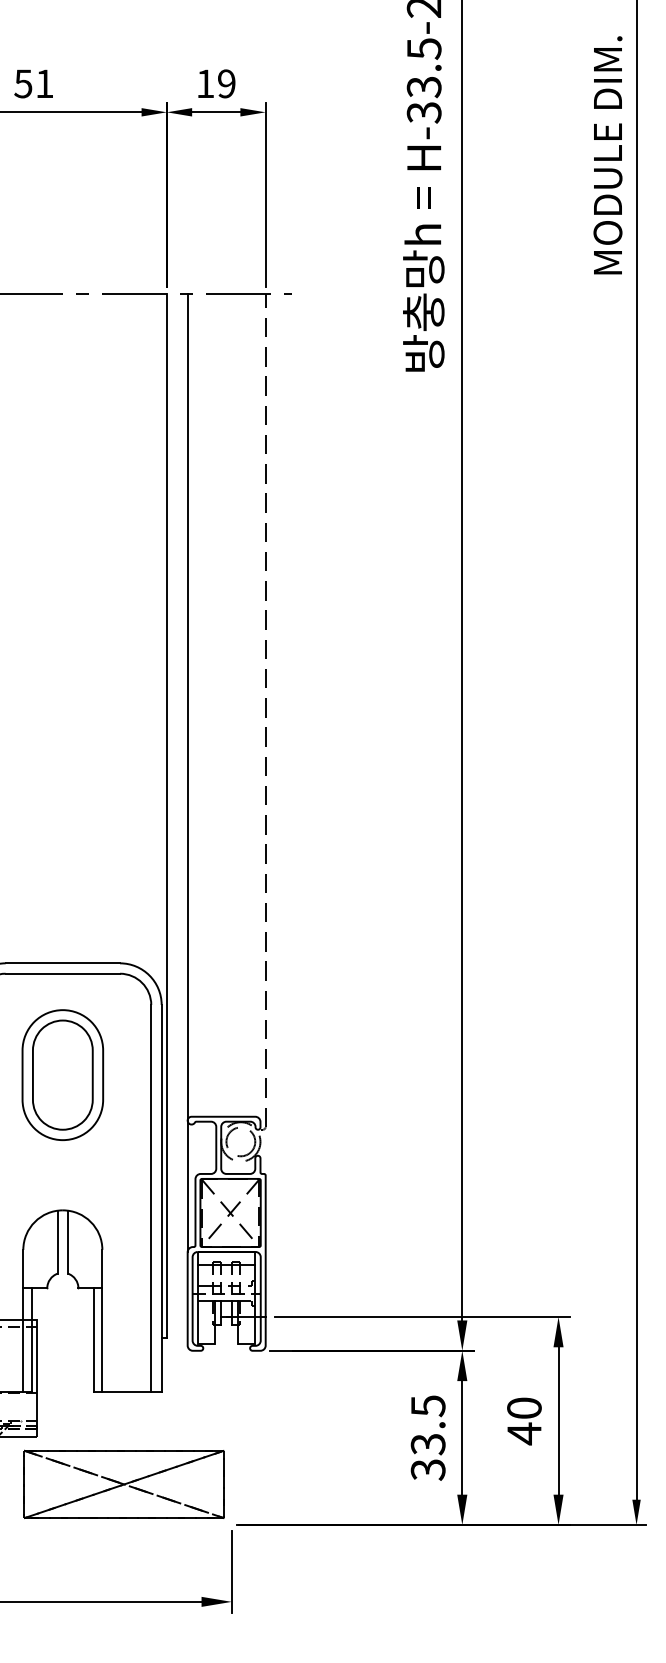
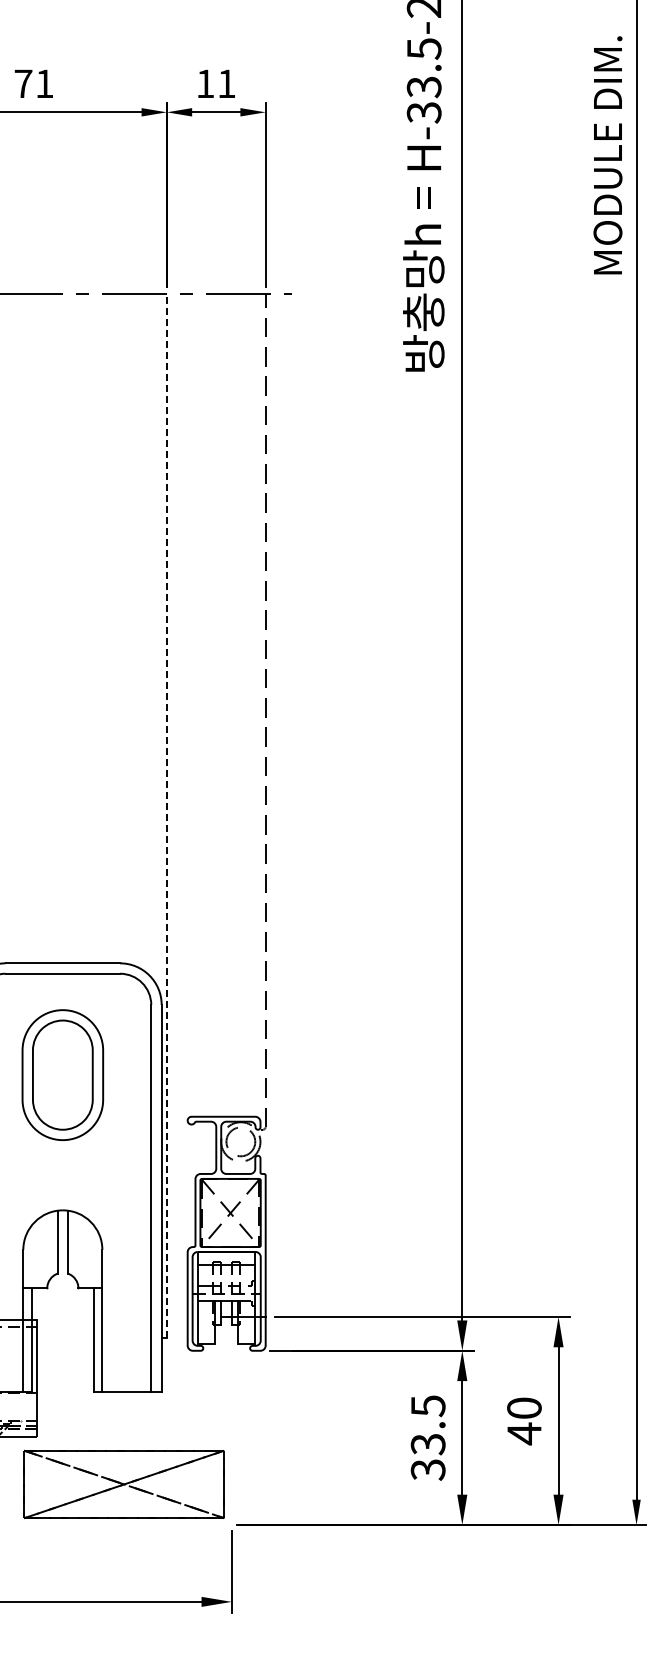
text at (23, 83): 51 -> 71
text at (226, 83): 19 -> 11
line at (187, 773): present -> none
line at (166, 816): solid -> dashed
